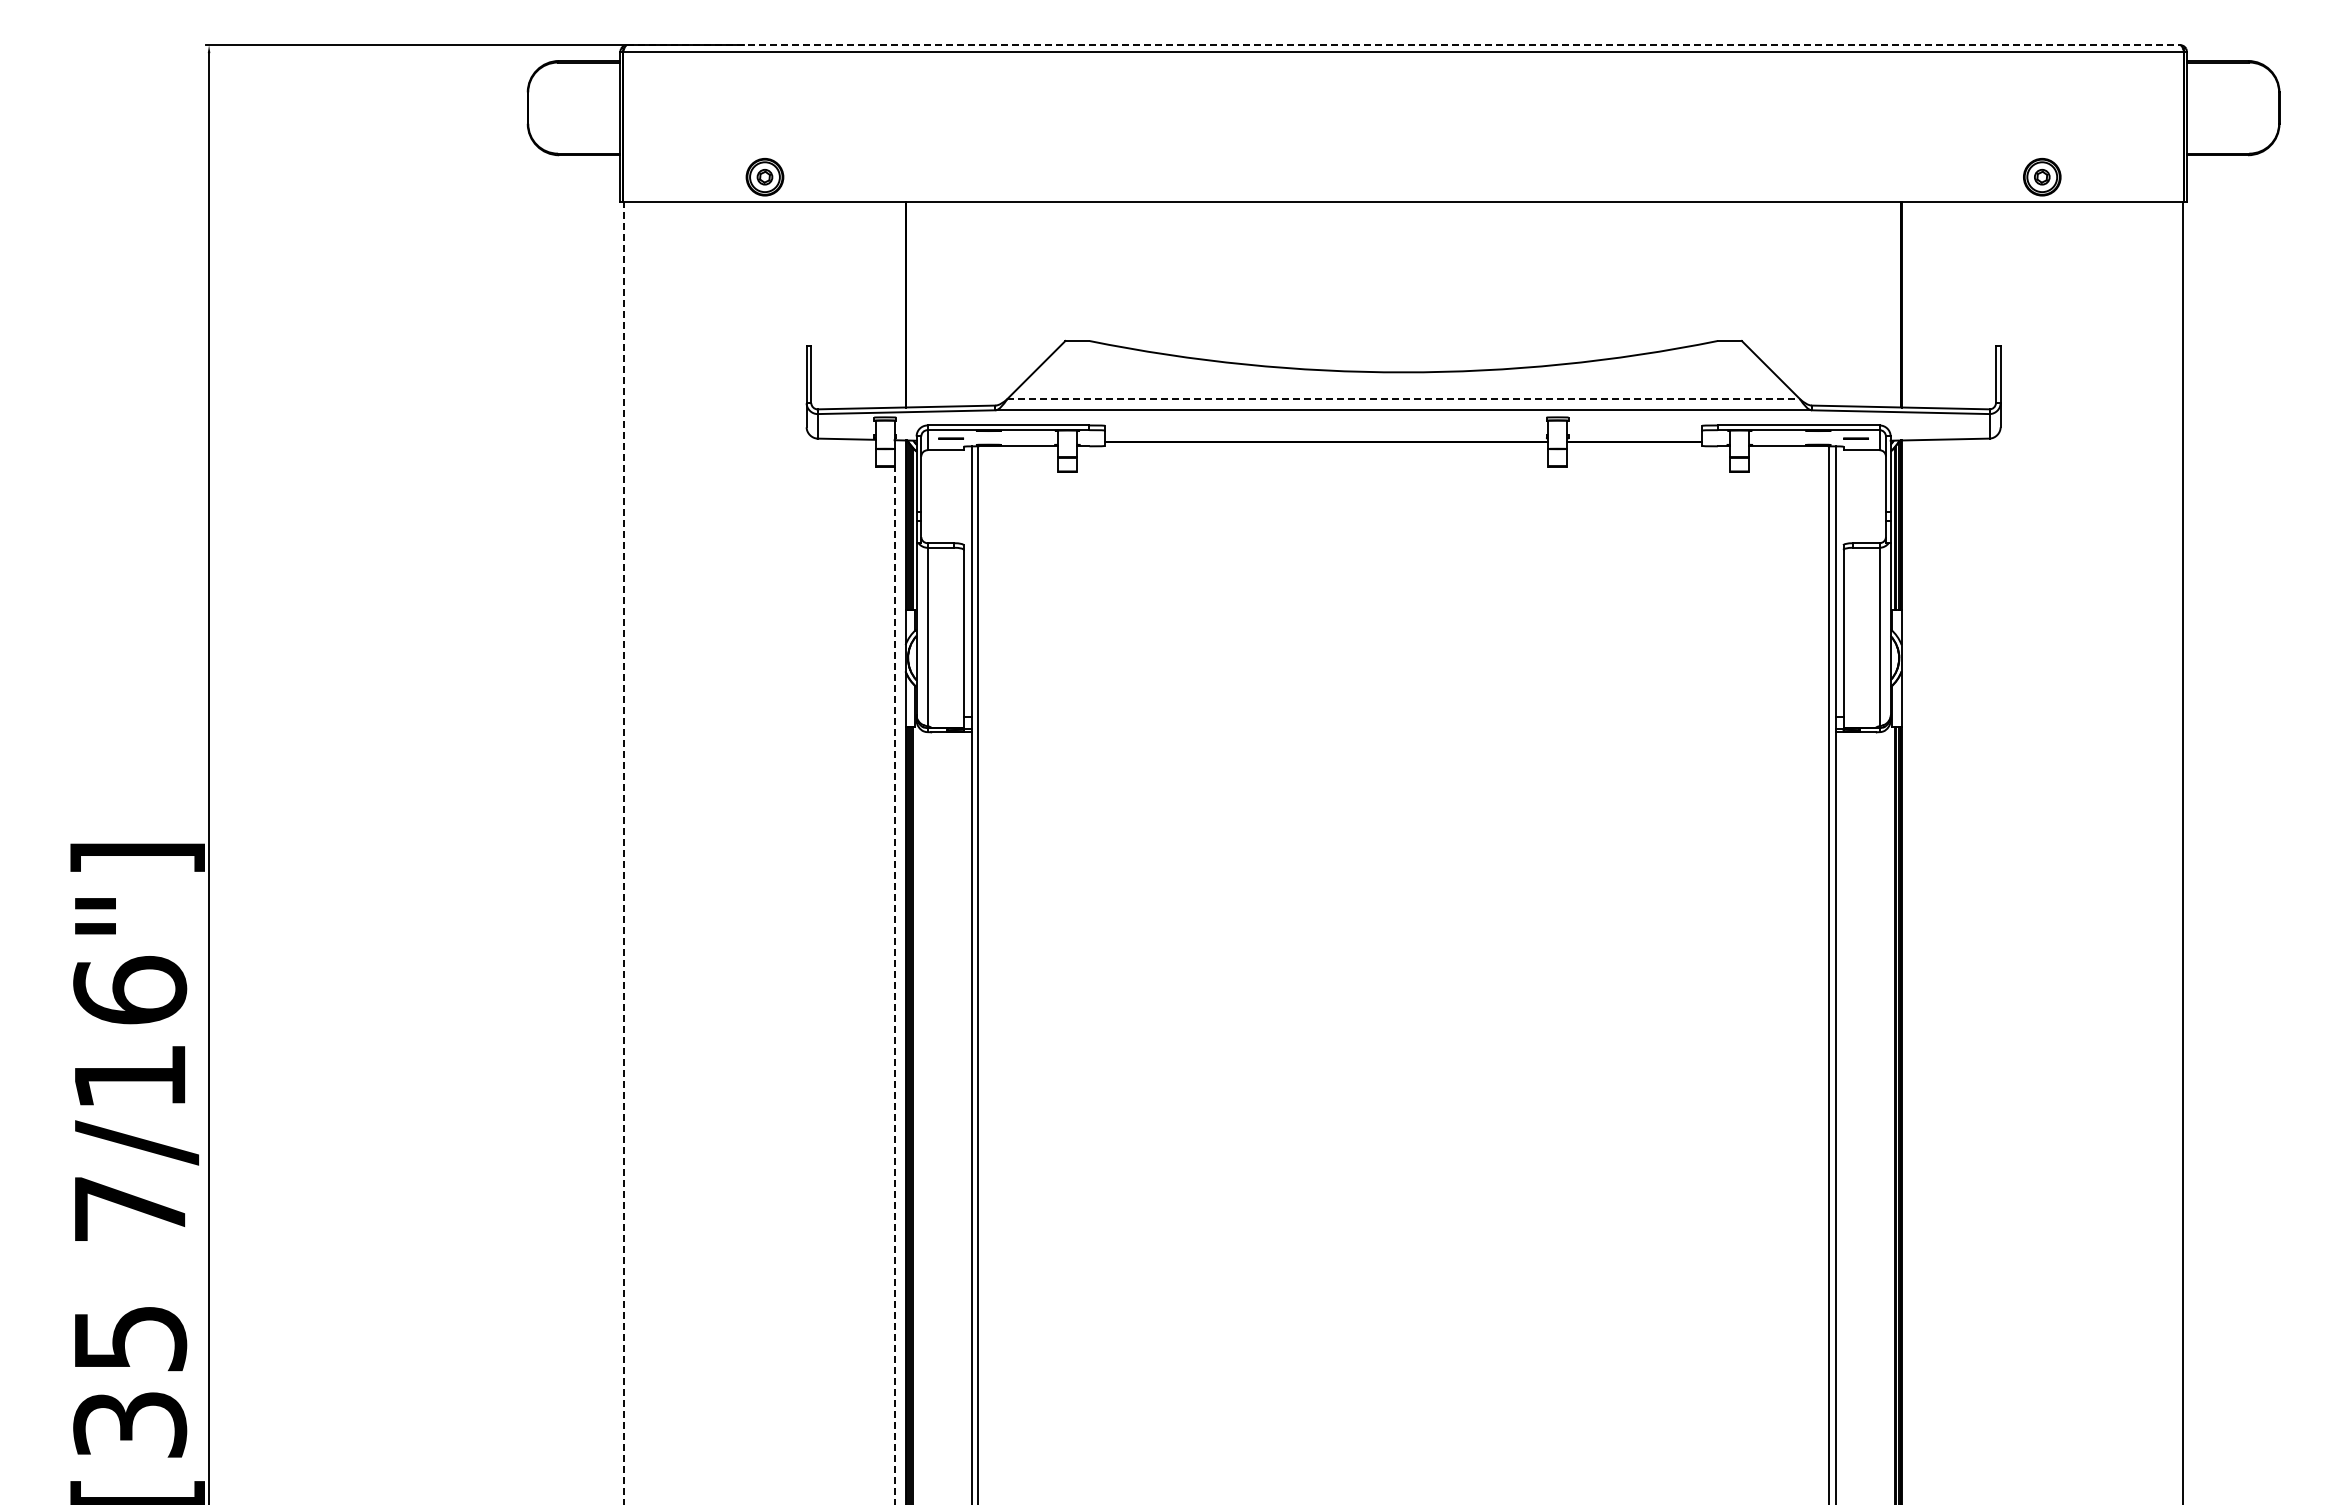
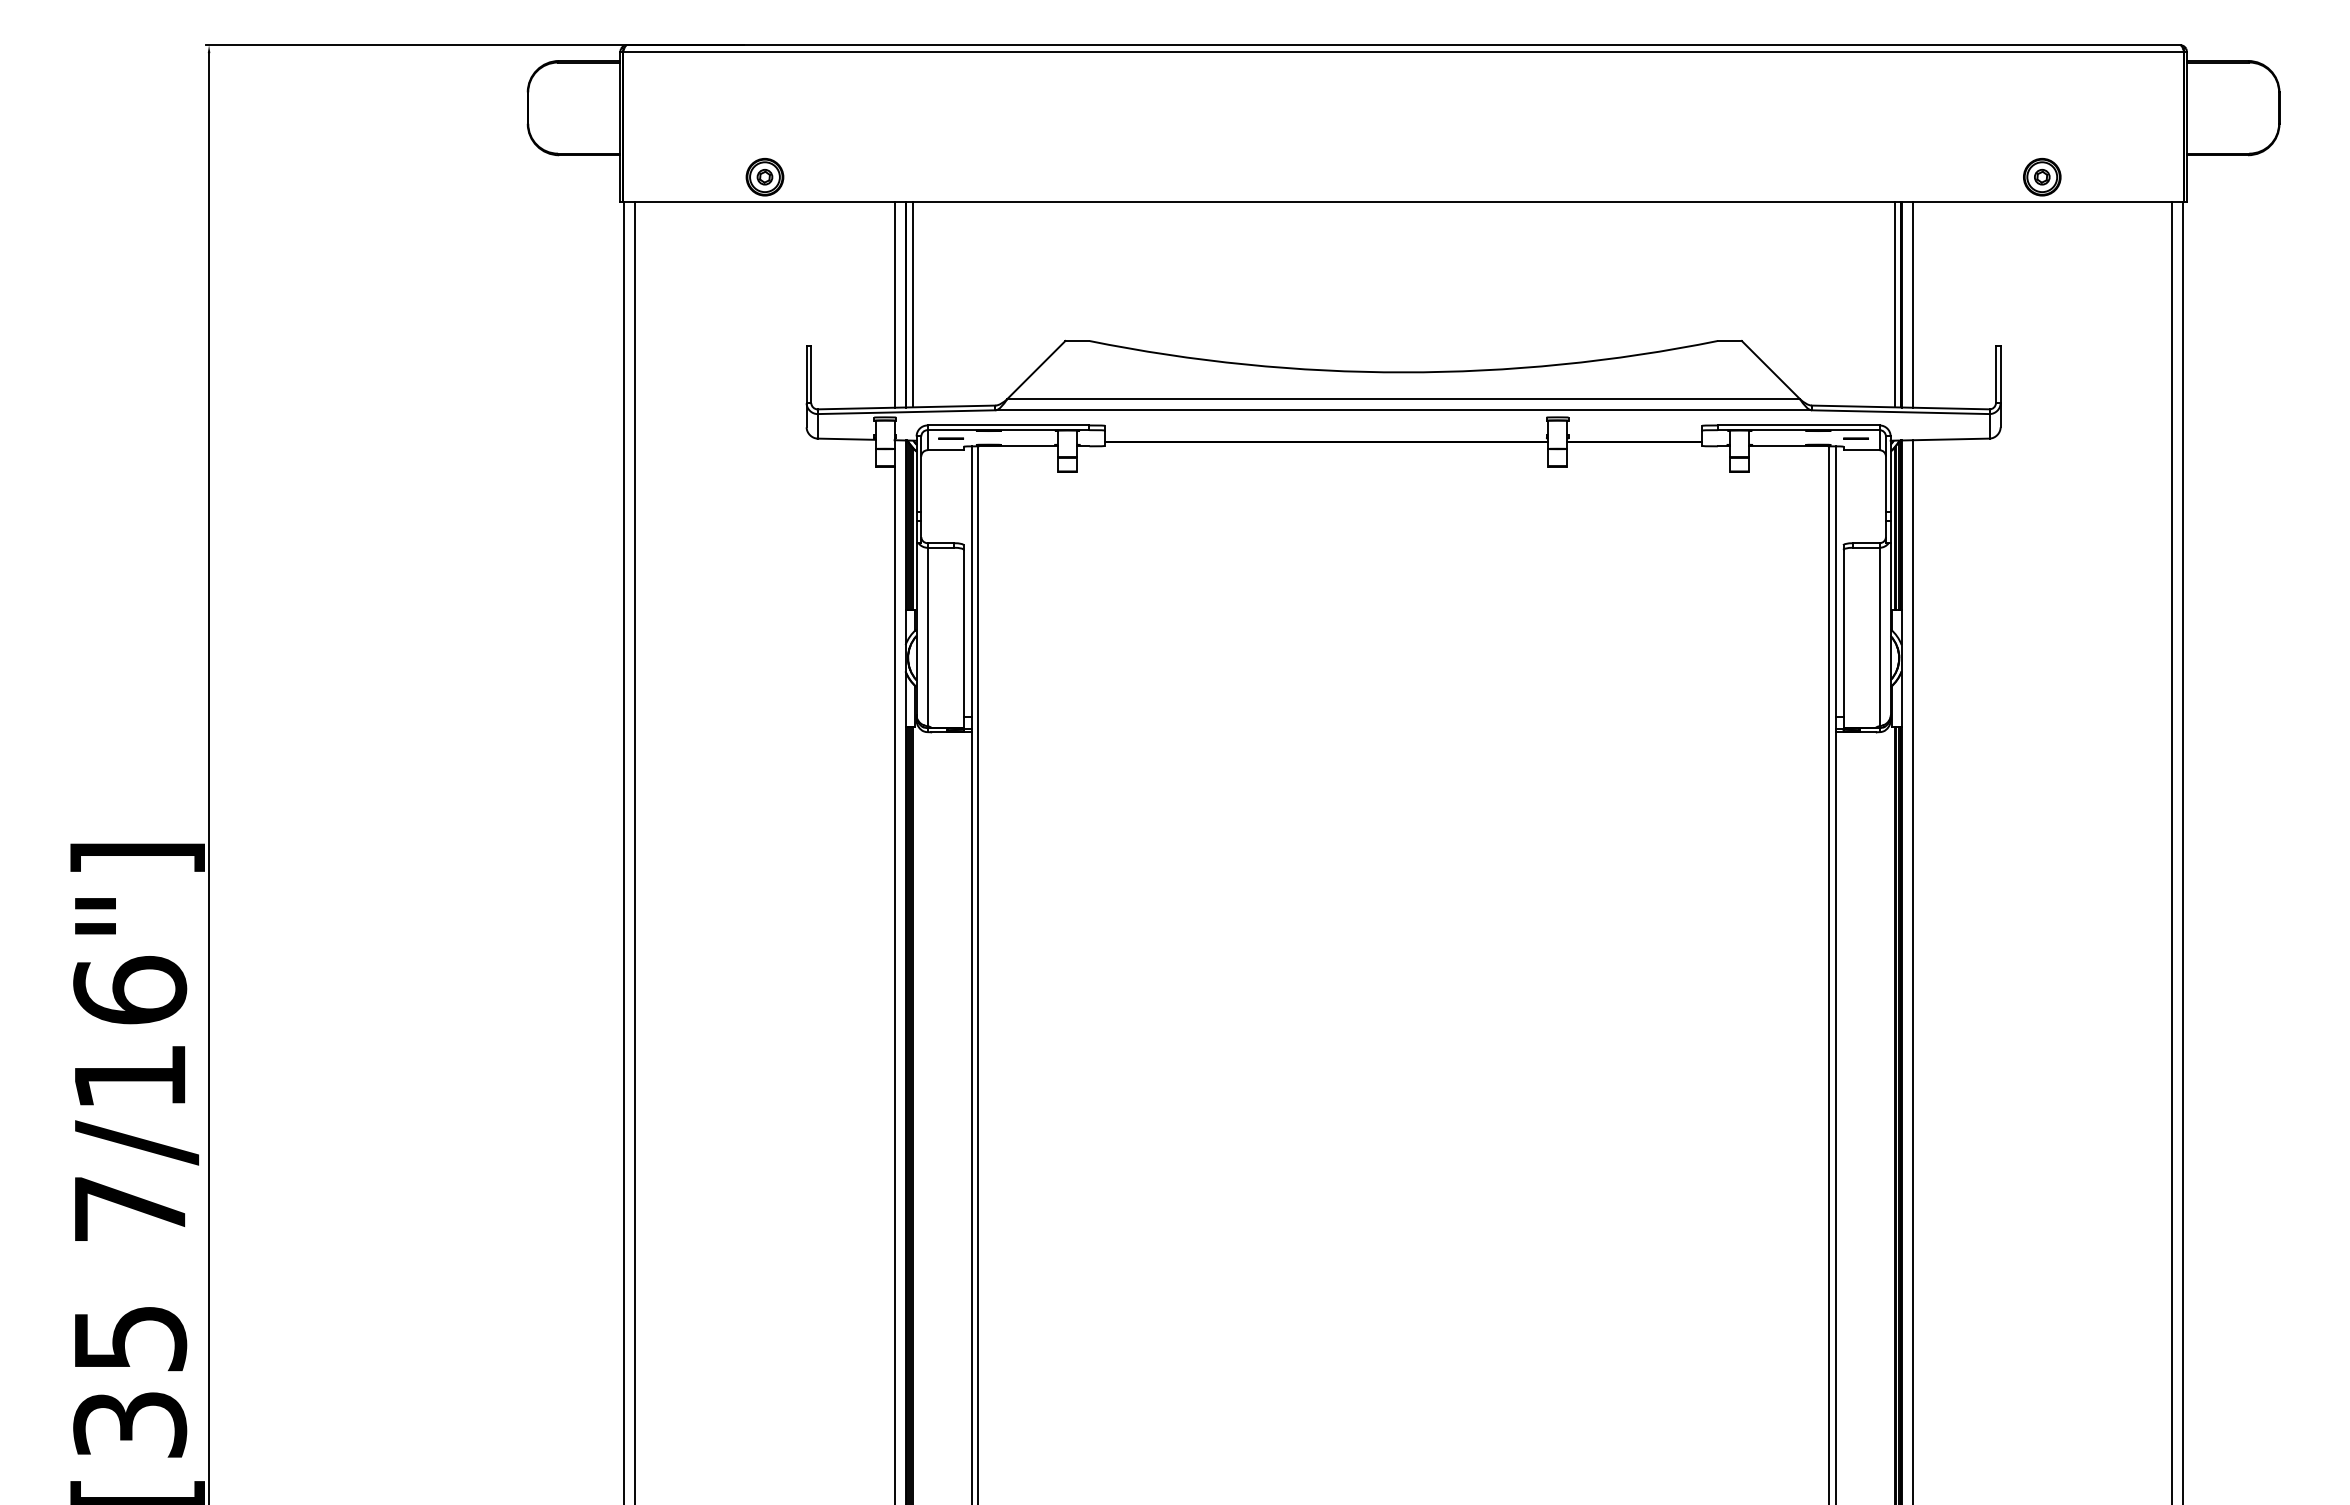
line at (1403, 45): dashed -> solid
line at (894, 304): none -> present
line at (912, 304): none -> present
line at (1894, 304): none -> present
line at (1912, 304): none -> present
line at (1404, 399): dashed -> solid
line at (635, 851): none -> present
line at (2171, 851): none -> present
line at (624, 853): dashed -> solid
line at (1912, 970): none -> present
line at (894, 985): dashed -> solid
